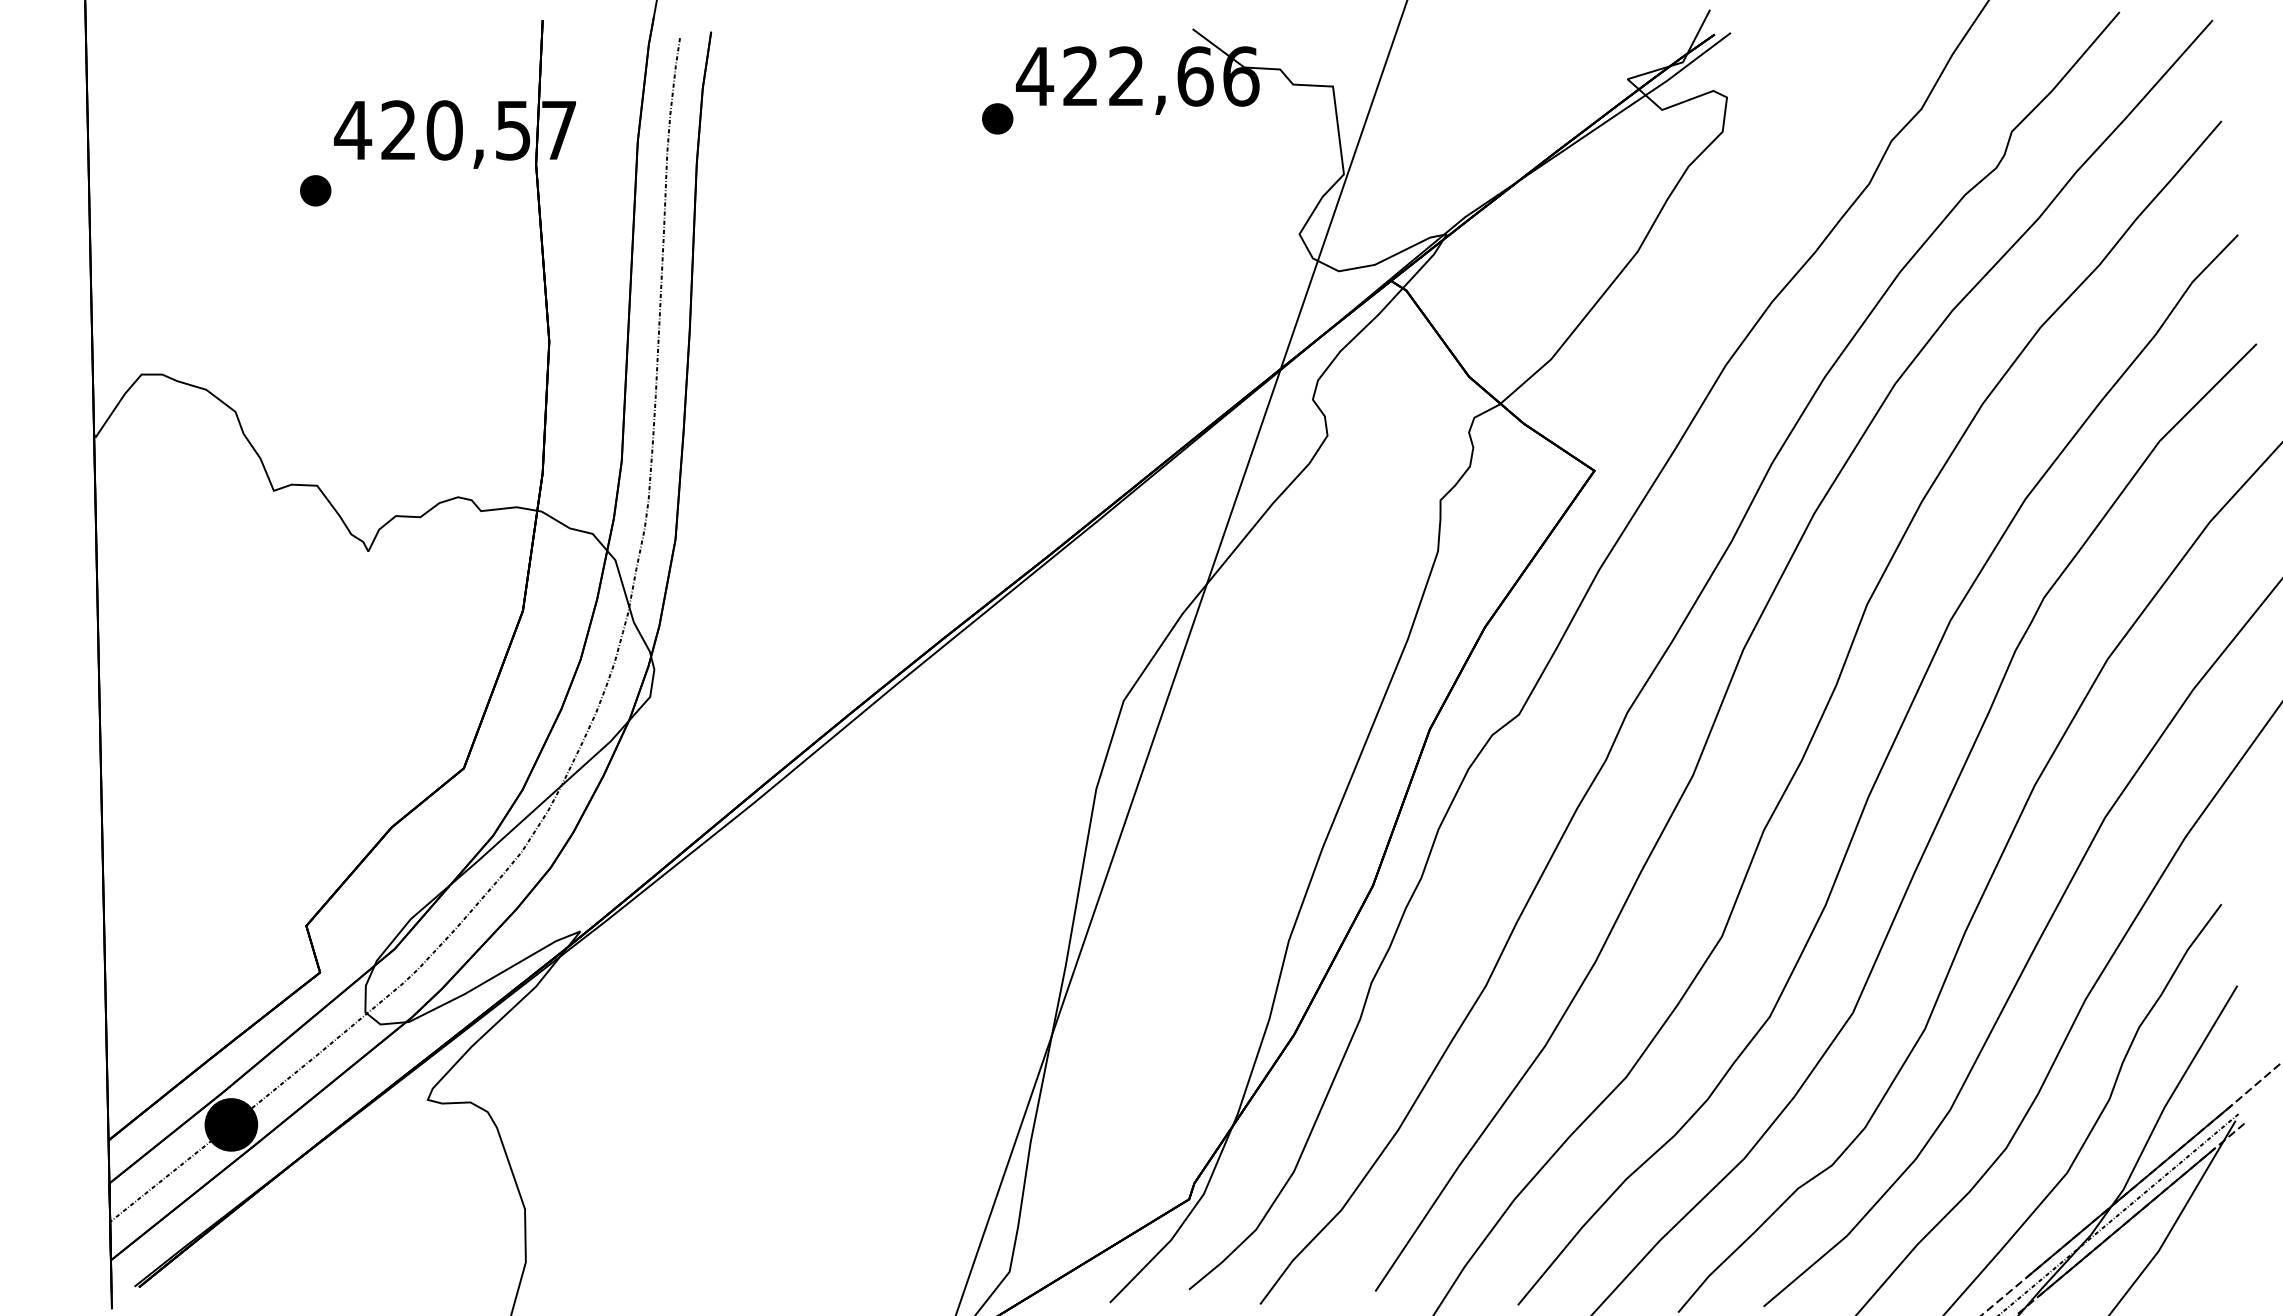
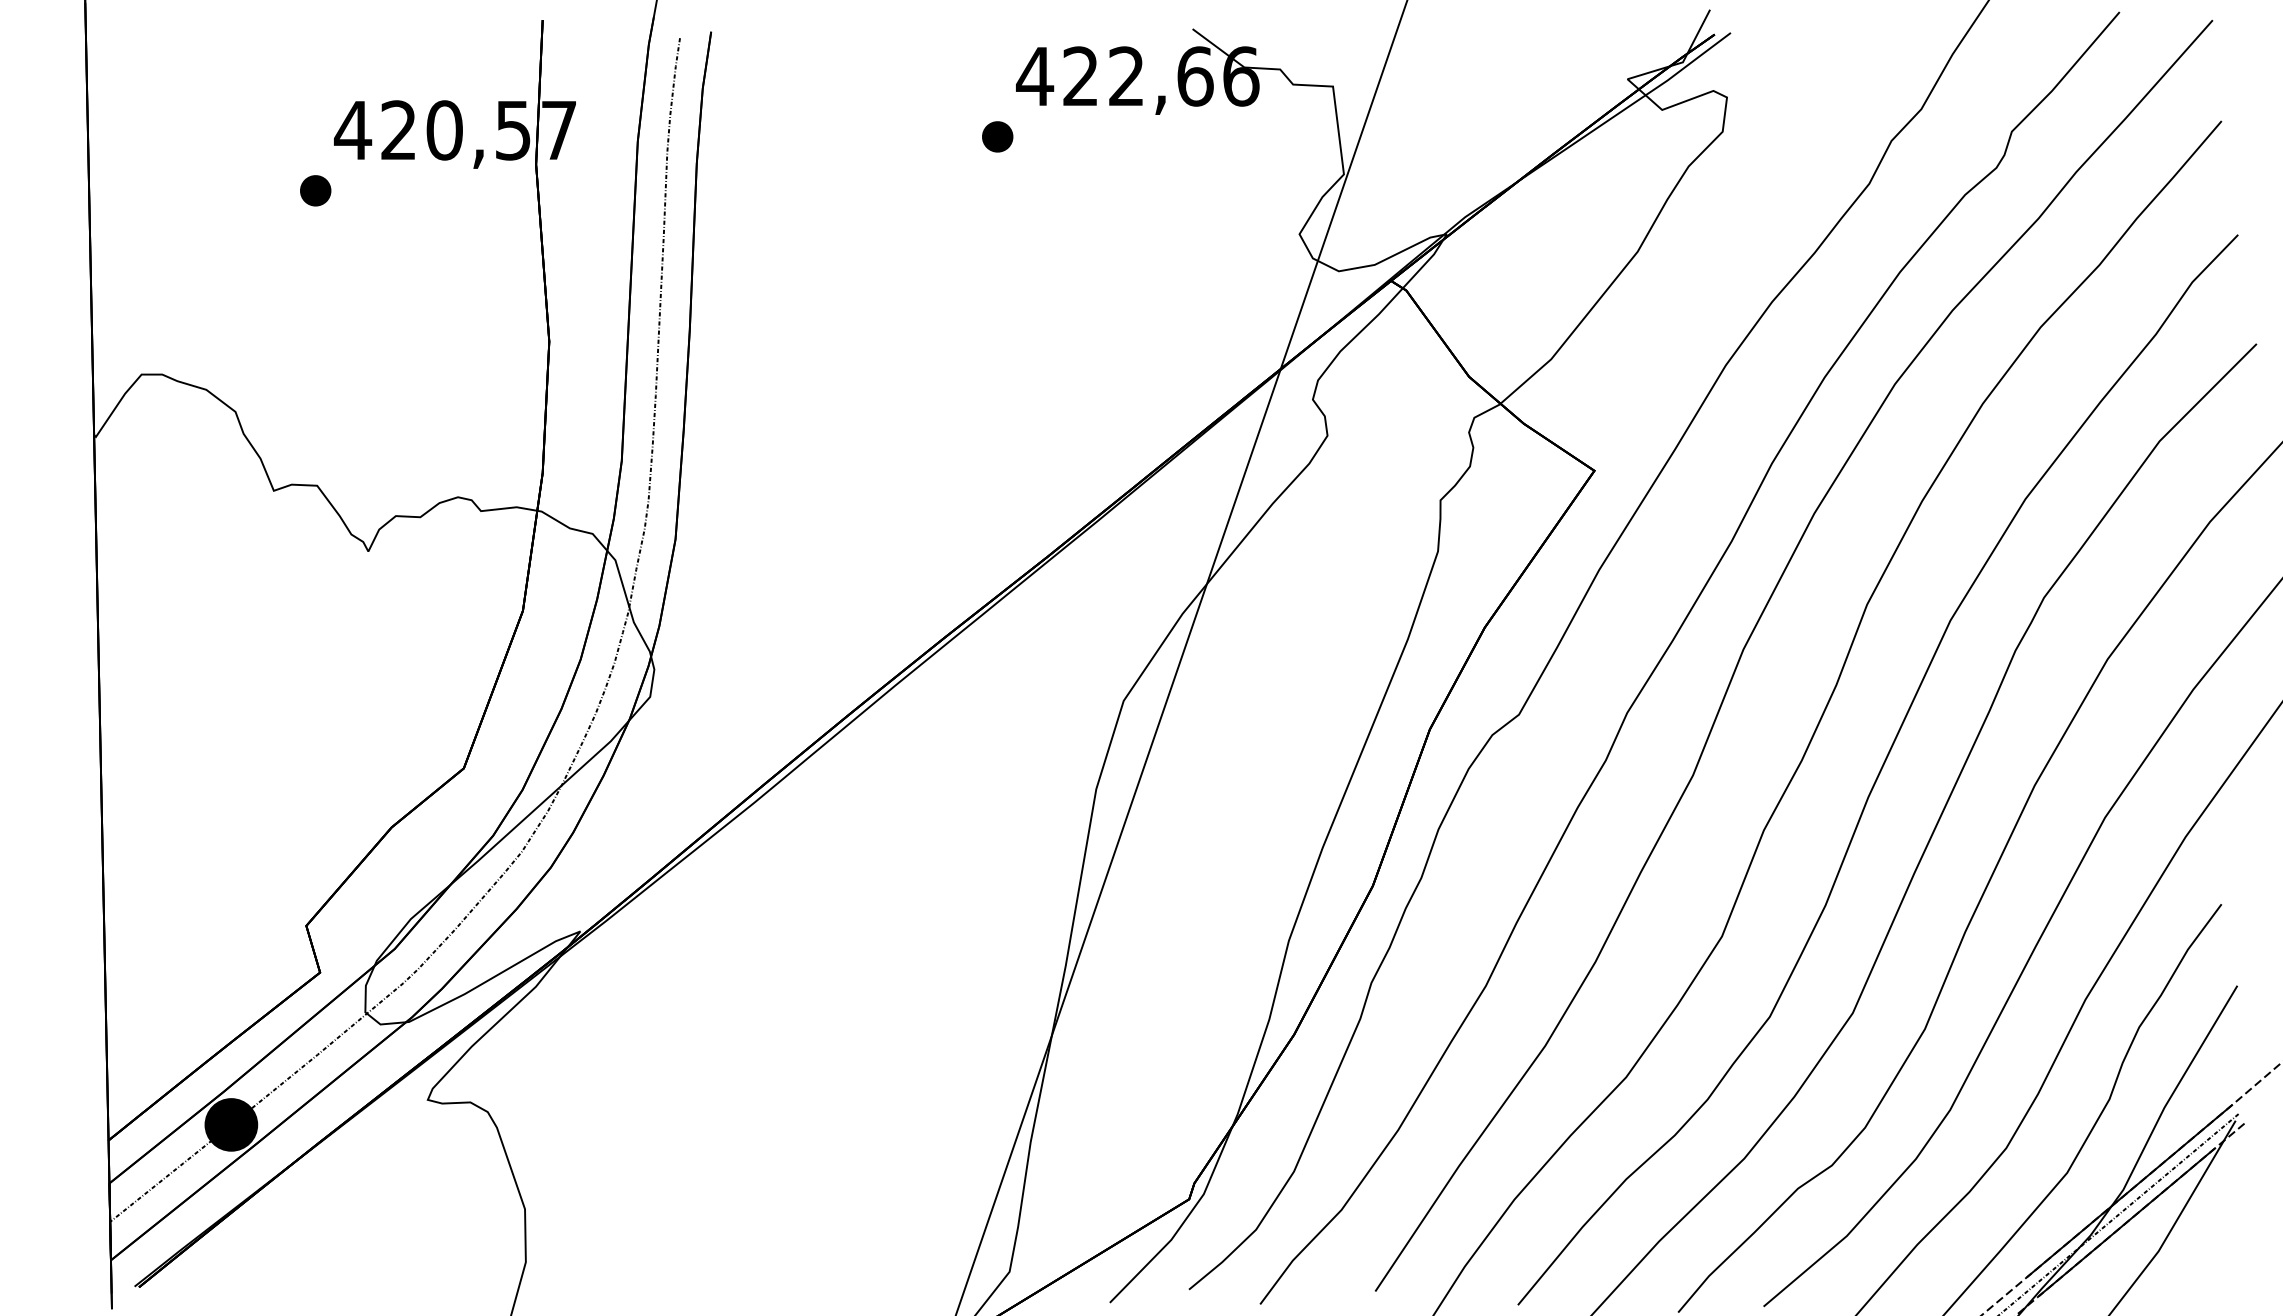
part at (997, 118) position: (997, 118) -> (997, 136)
